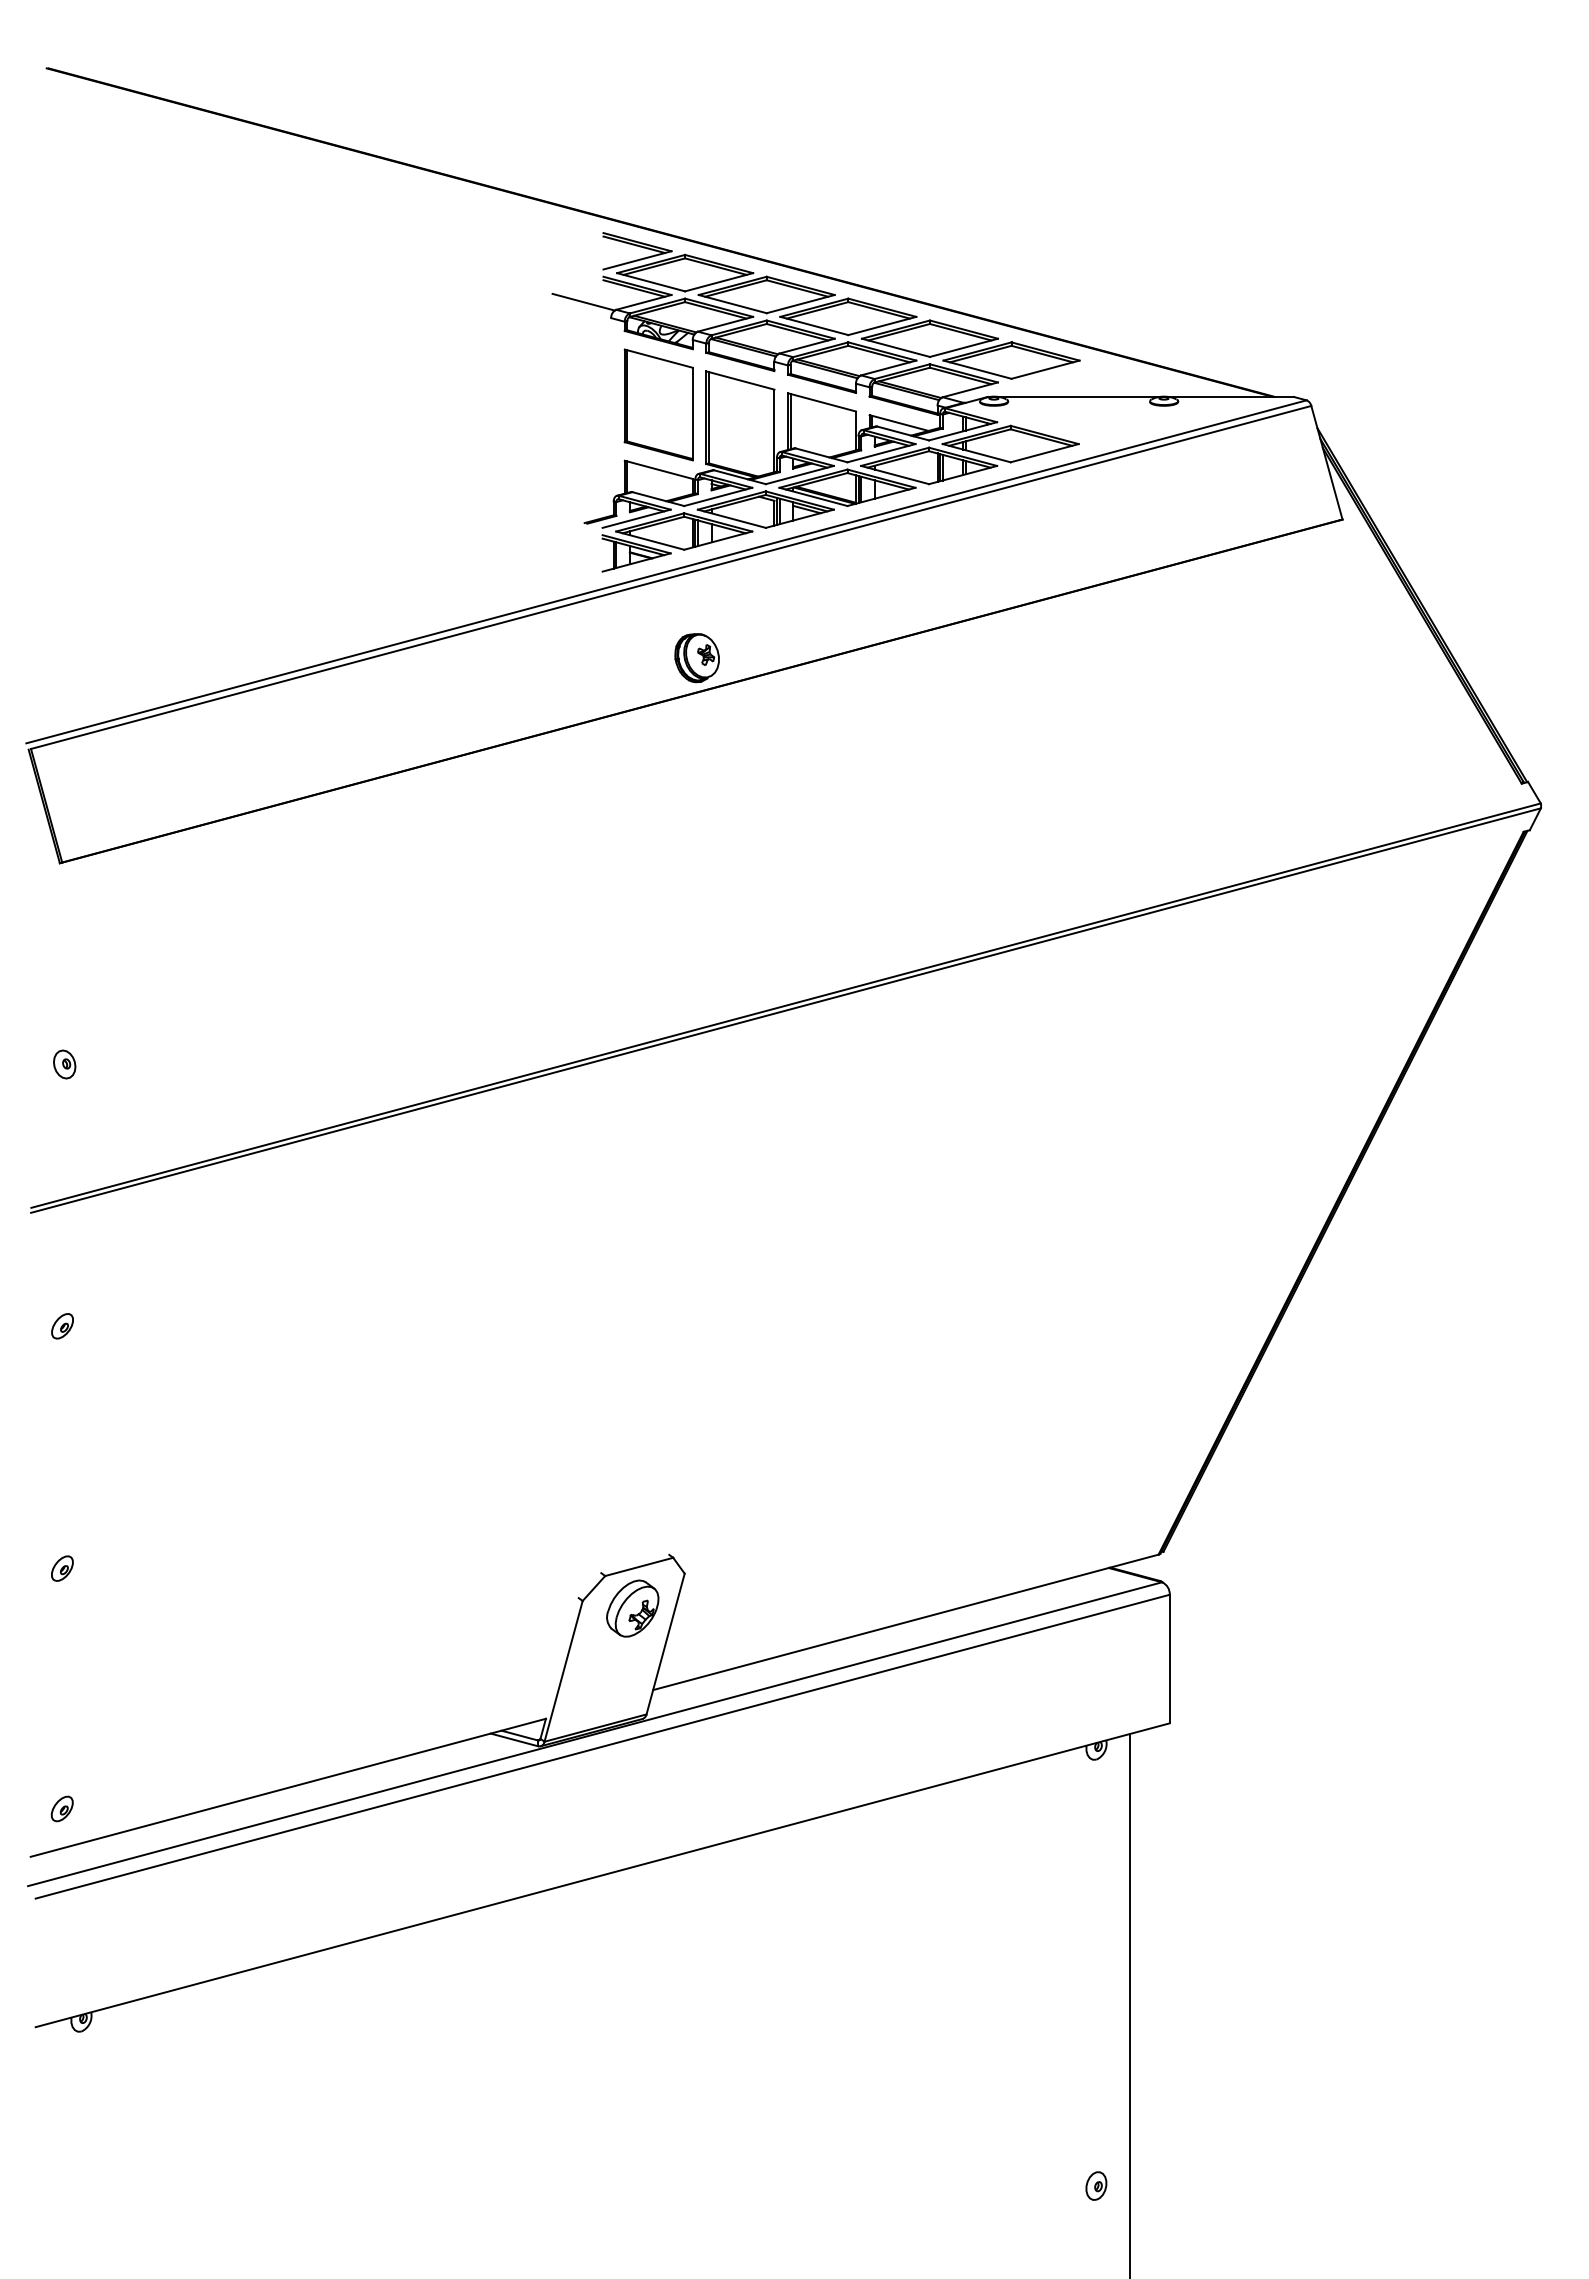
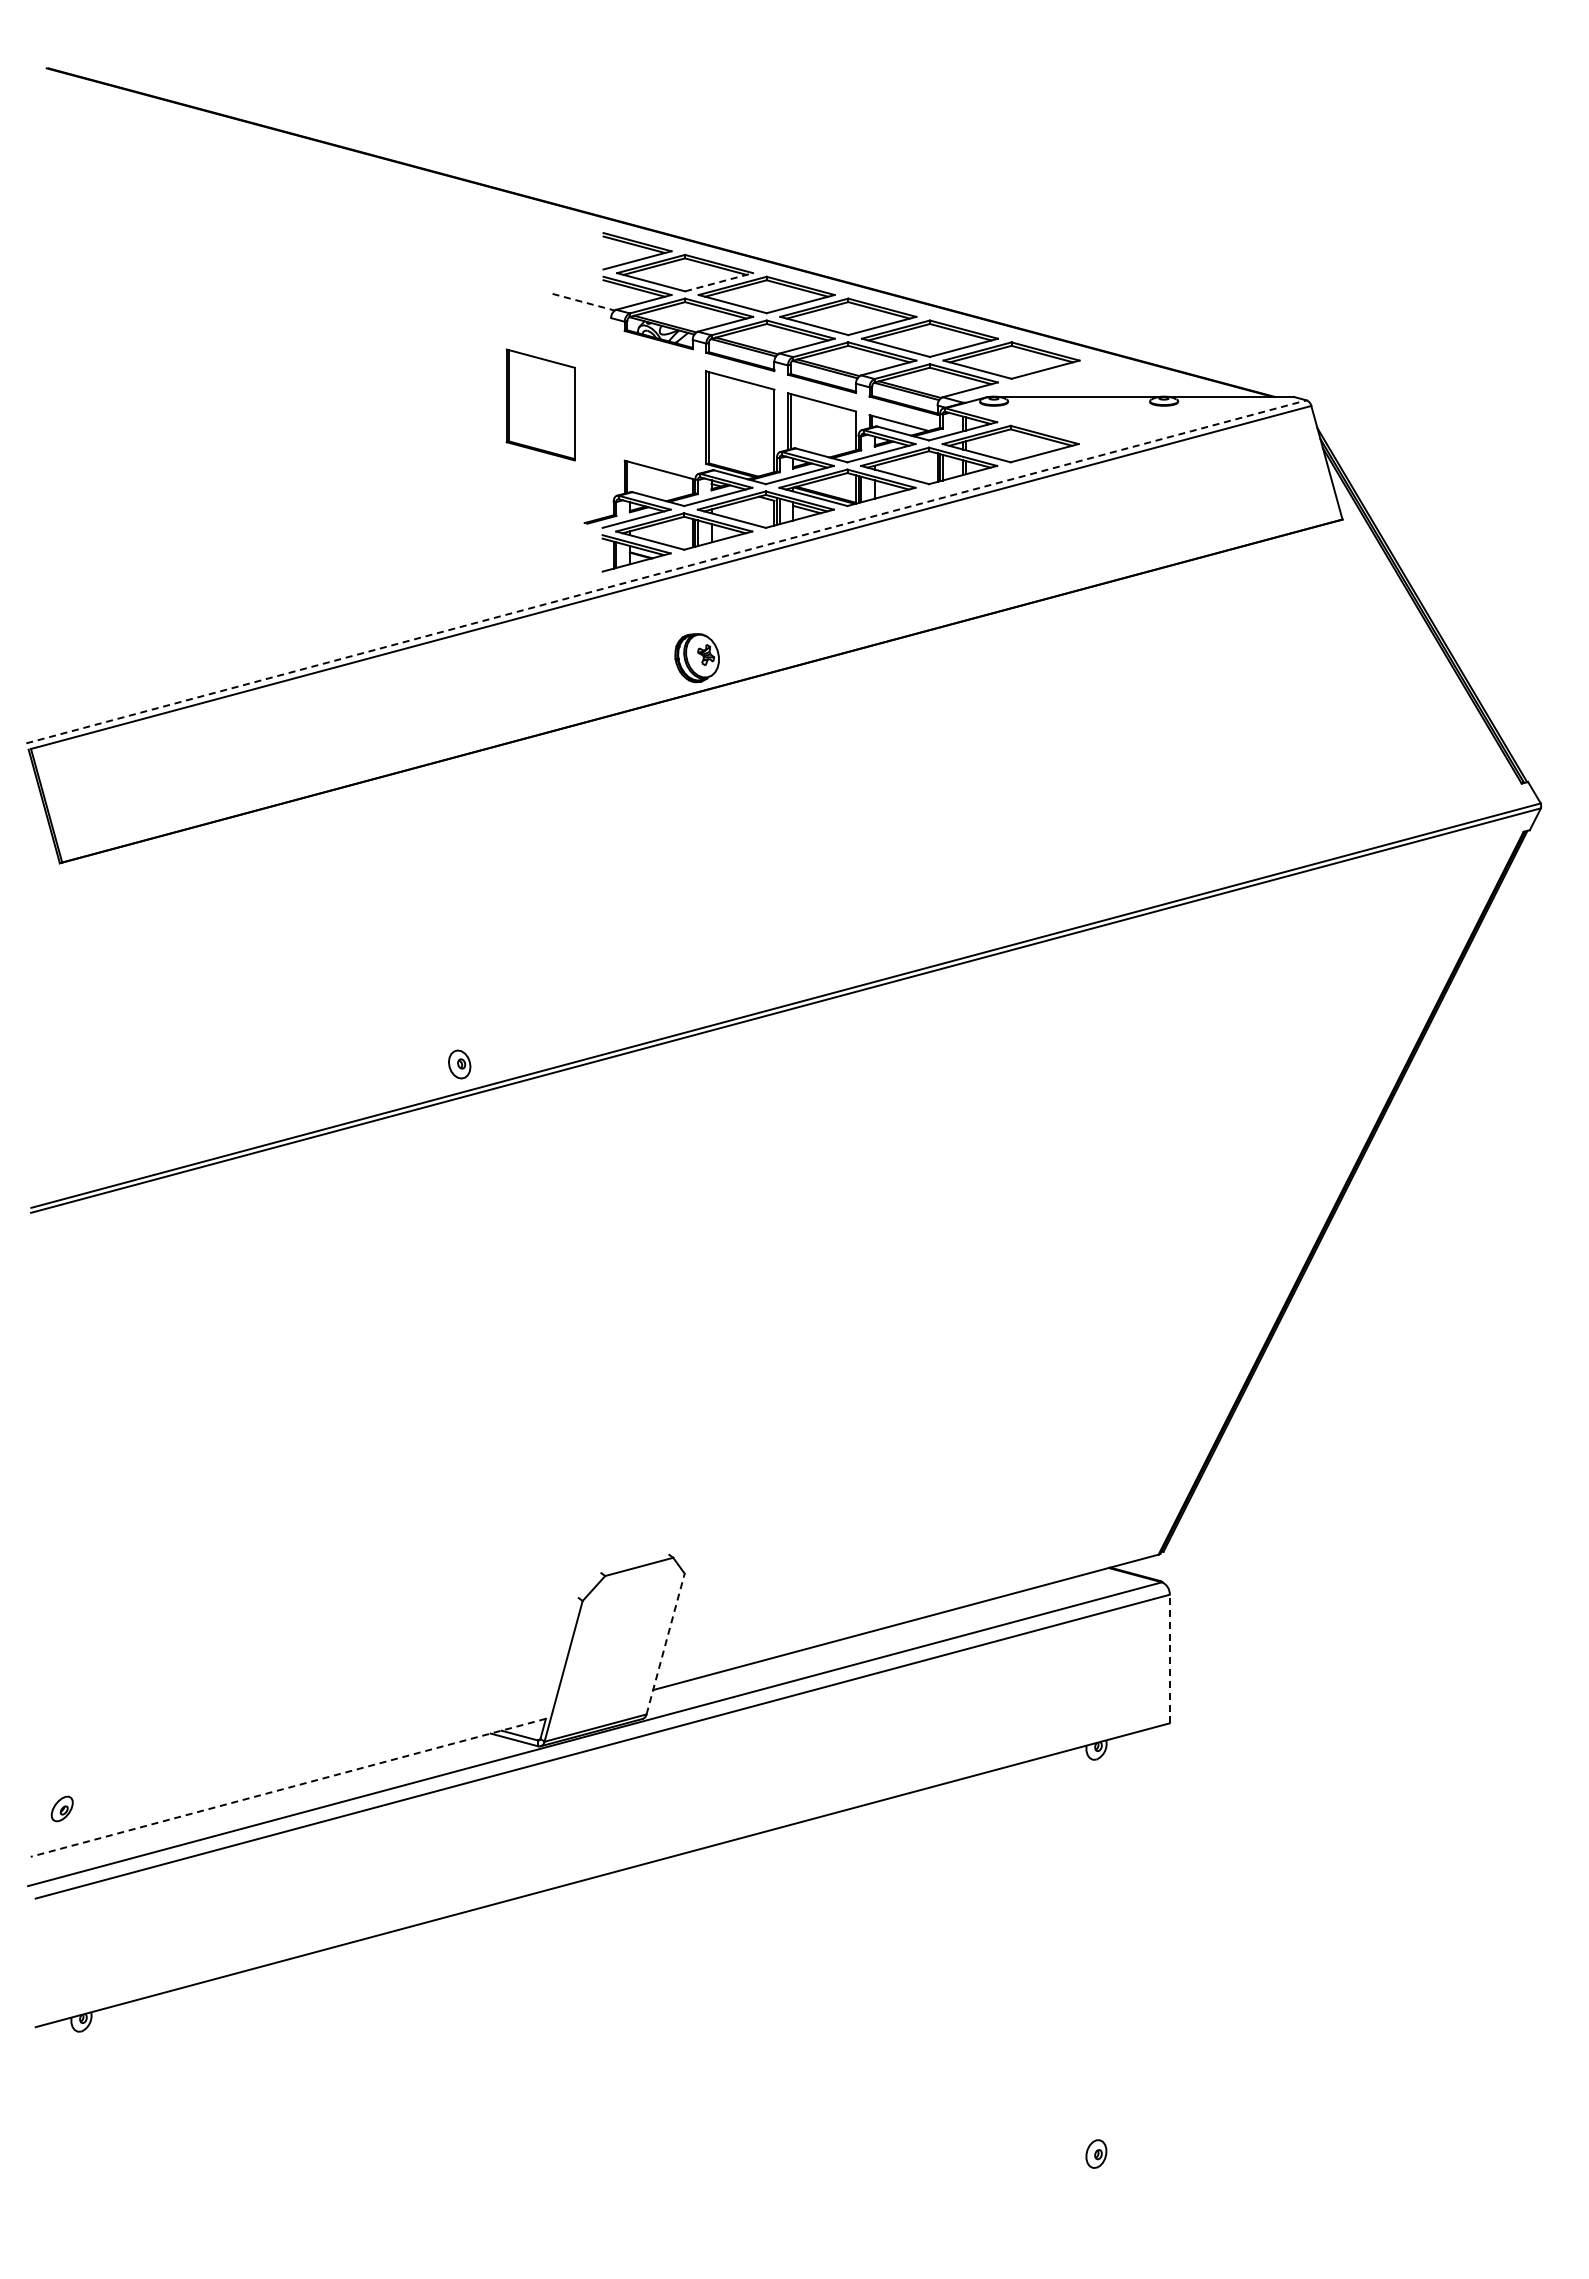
line at (719, 282): solid -> dashed
line at (584, 302): solid -> dashed
part at (658, 404) position: (658, 404) -> (540, 404)
line at (666, 571): solid -> dashed
part at (64, 1064) position: (64, 1064) -> (459, 1064)
part at (62, 1326): present -> none
part at (62, 1568): present -> none
part at (632, 1608): present -> none
line at (665, 1644): solid -> dashed
line at (1169, 1658): solid -> dashed
line at (288, 1787): solid -> dashed
line at (1129, 2004): present -> none
part at (1096, 2185) position: (1096, 2185) -> (1096, 2153)
